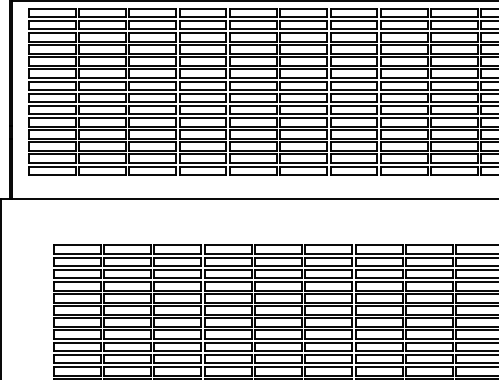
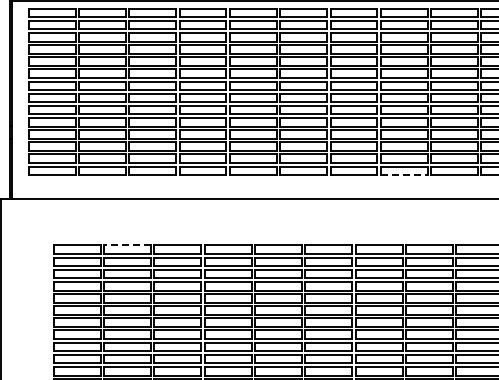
line at (404, 175): solid -> dashed
line at (127, 245): solid -> dashed
